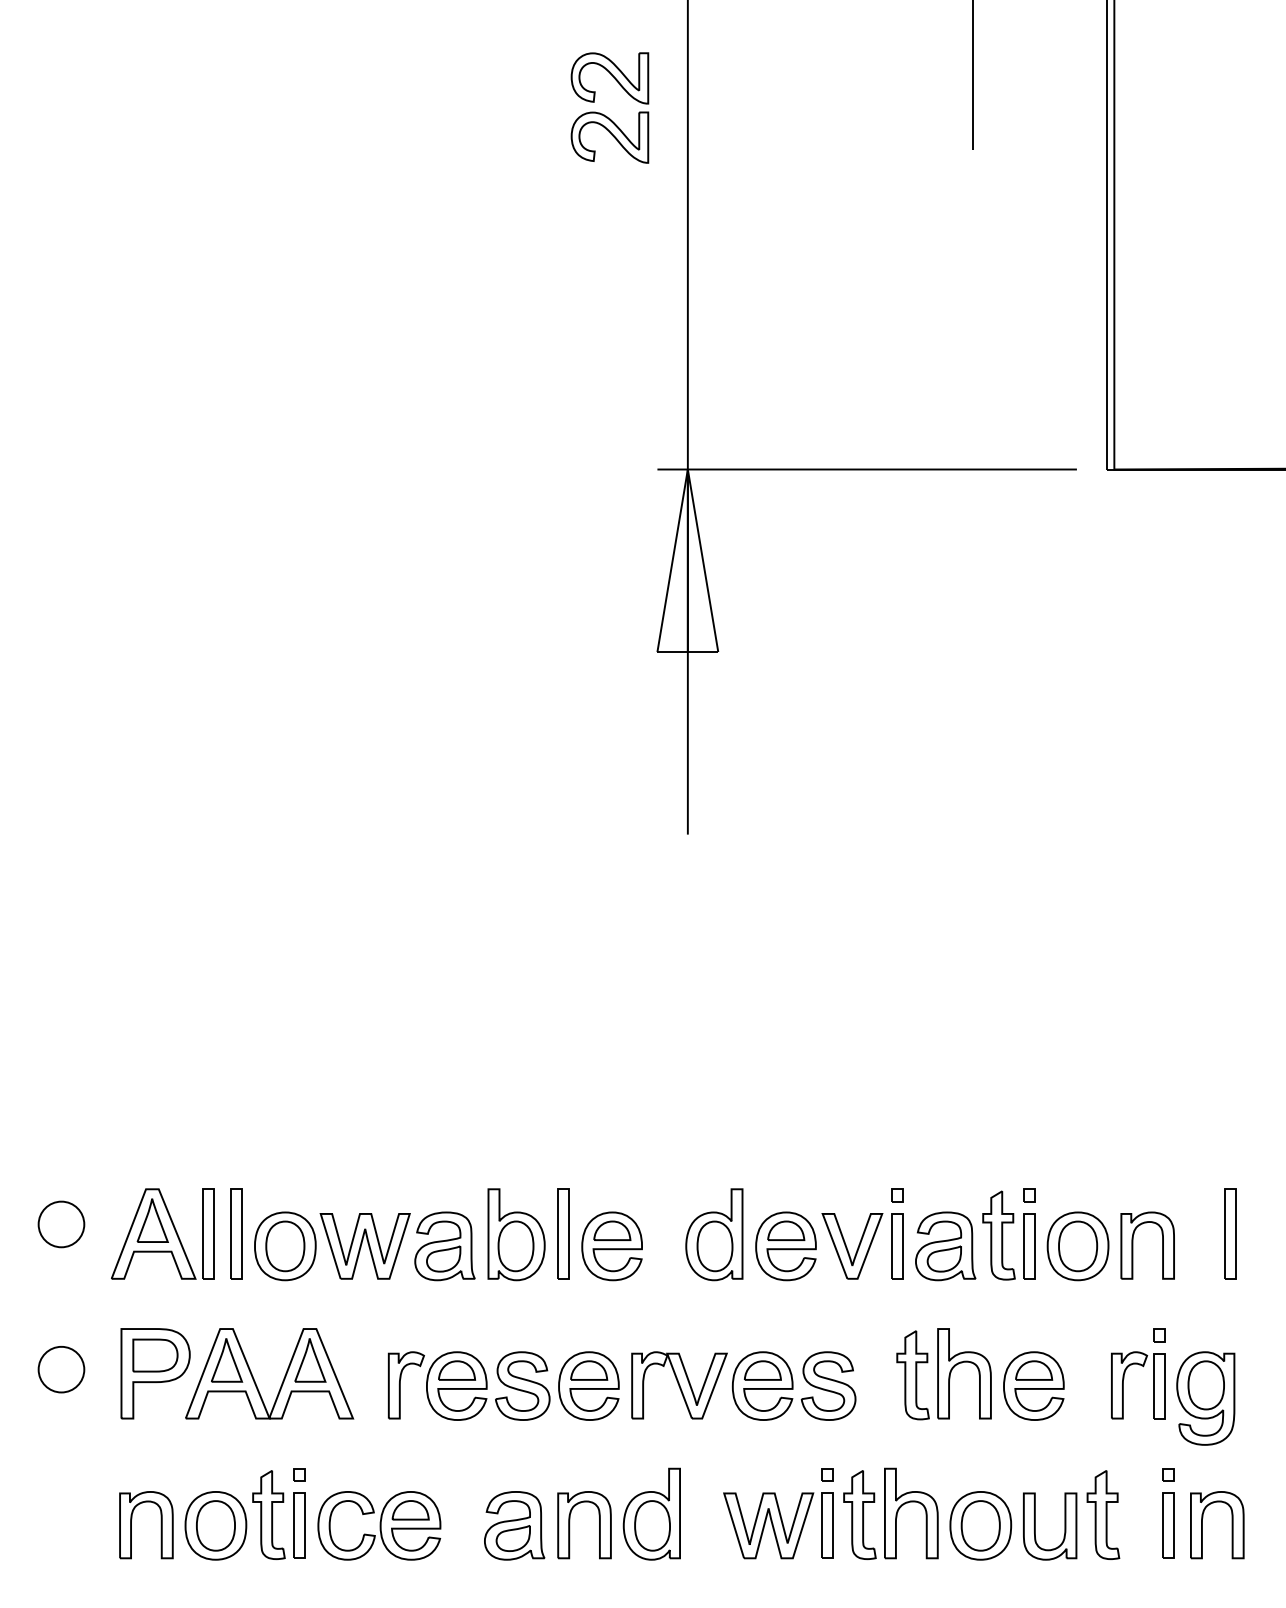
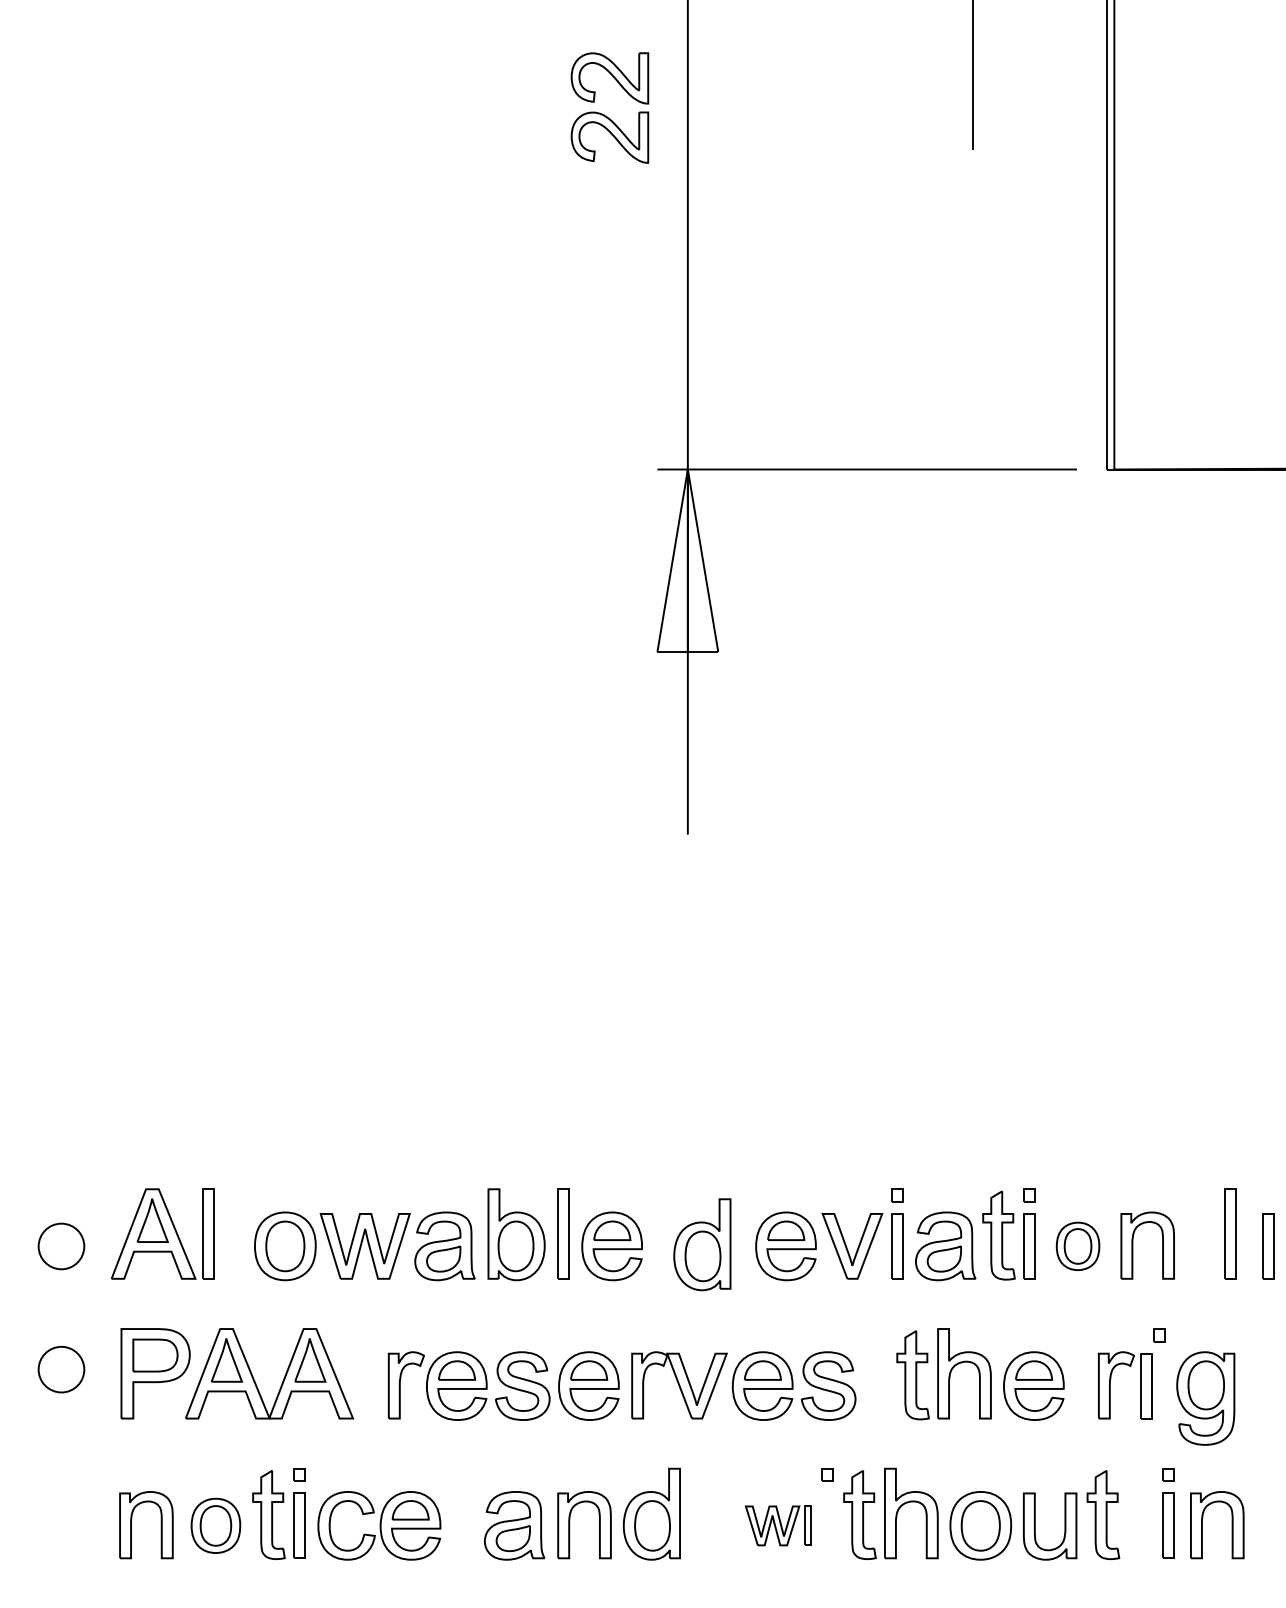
part at (61, 1224) position: (61, 1224) -> (61, 1246)
part at (236, 1233): present -> none
part at (714, 1234) position: (714, 1234) -> (702, 1244)
part at (1077, 1246) size: 64x71 px -> 46x50 px
part at (1268, 1246): none -> present
part at (1123, 1385) position: (1123, 1385) -> (1110, 1385)
part at (215, 1525) size: 64x70 px -> 52x57 px
part at (778, 1525) size: 111x68 px -> 68x42 px
